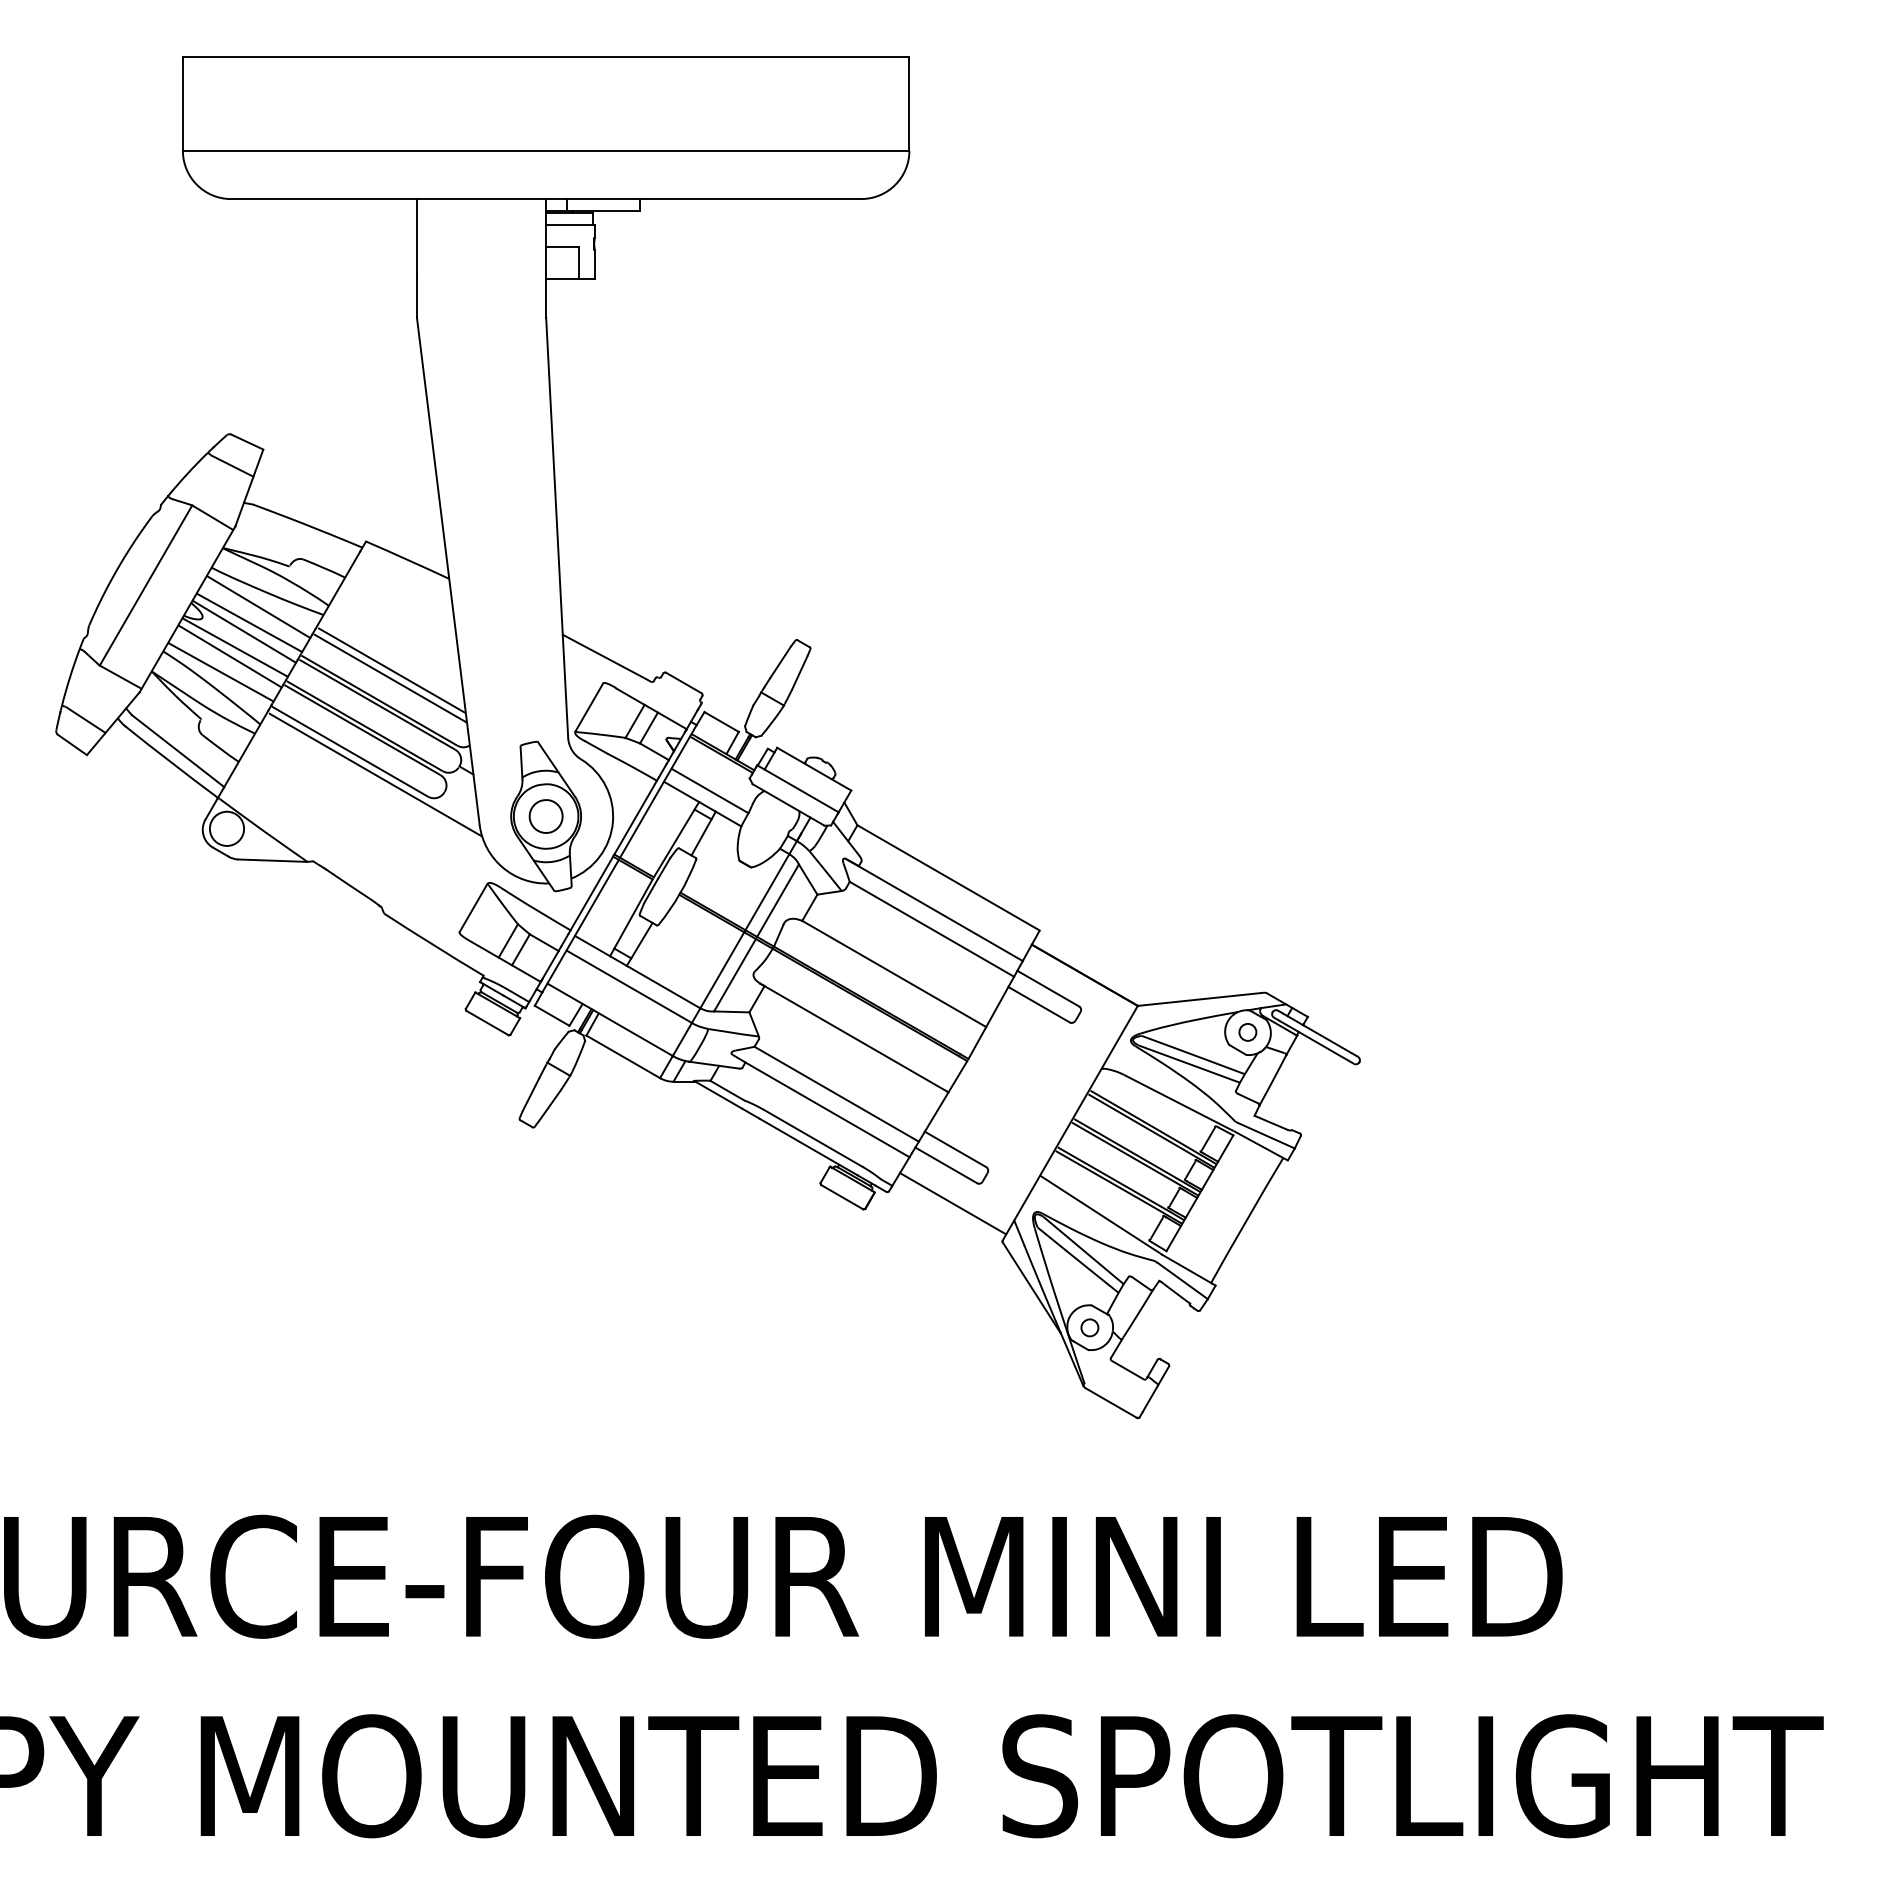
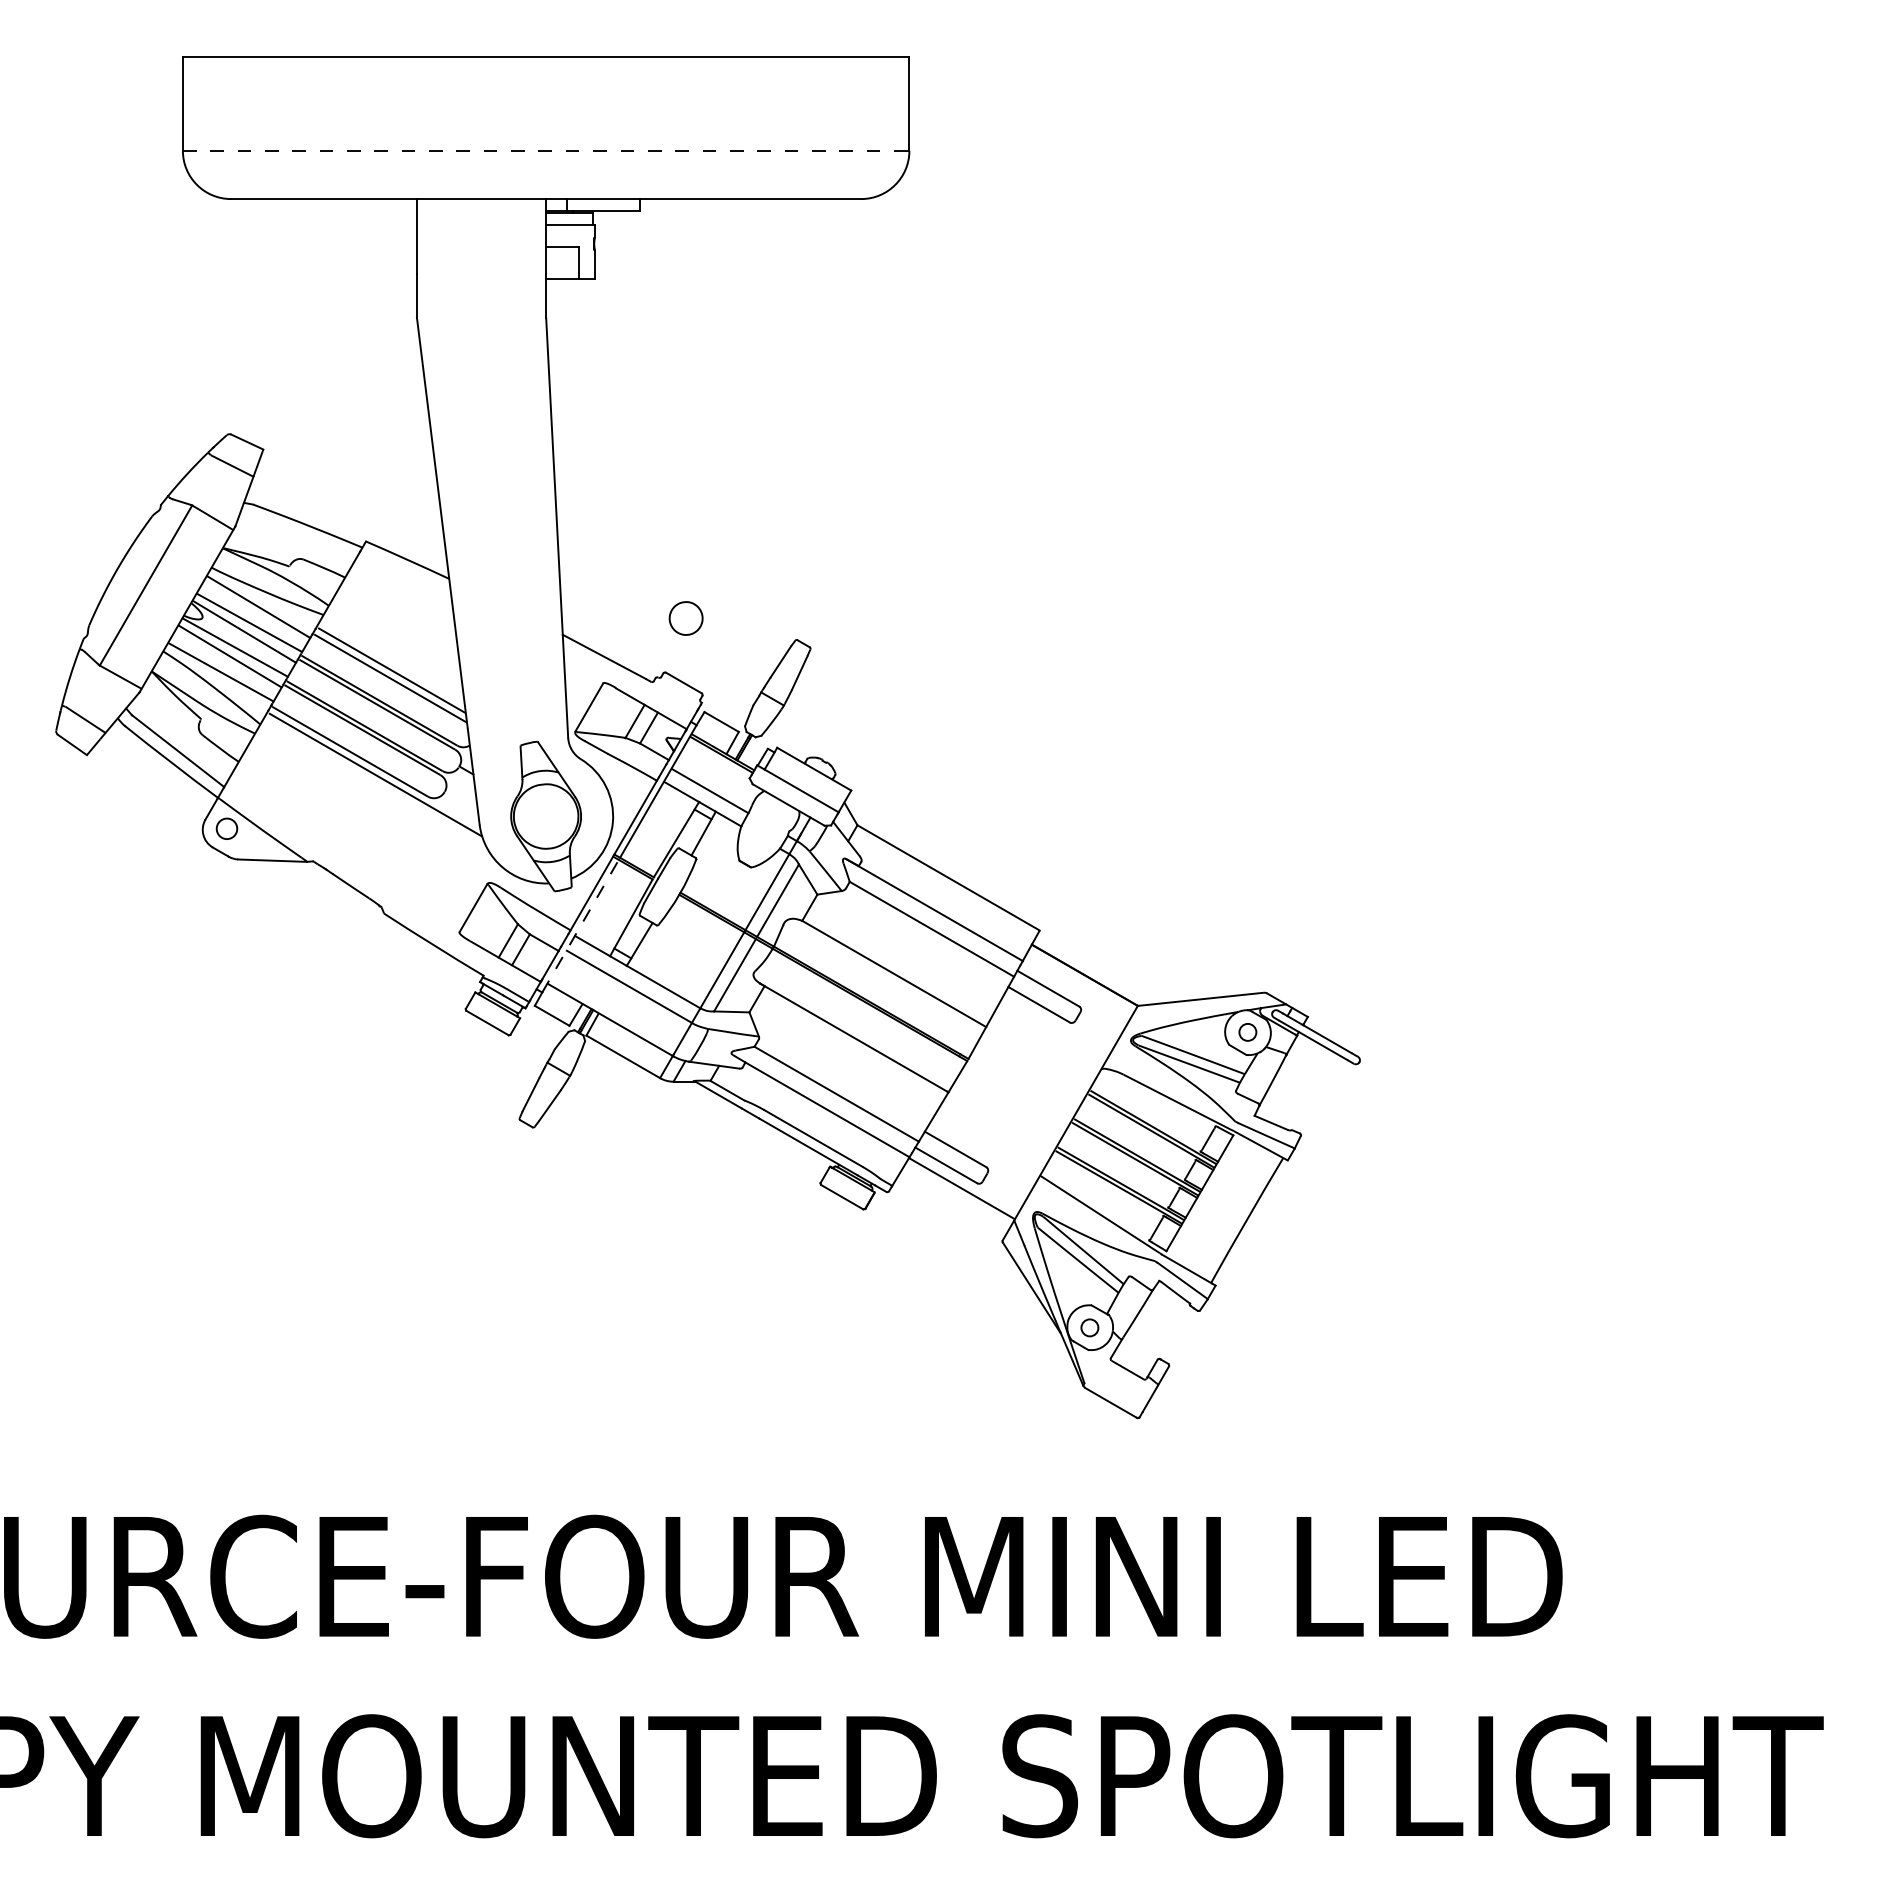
line at (546, 150): solid -> dashed
part at (545, 816) position: (545, 816) -> (685, 618)
circle at (226, 828) diameter: 34 px -> 21 px
line at (580, 926): solid -> dashed
line at (952, 1203) position: (952, 1203) -> (961, 1188)
